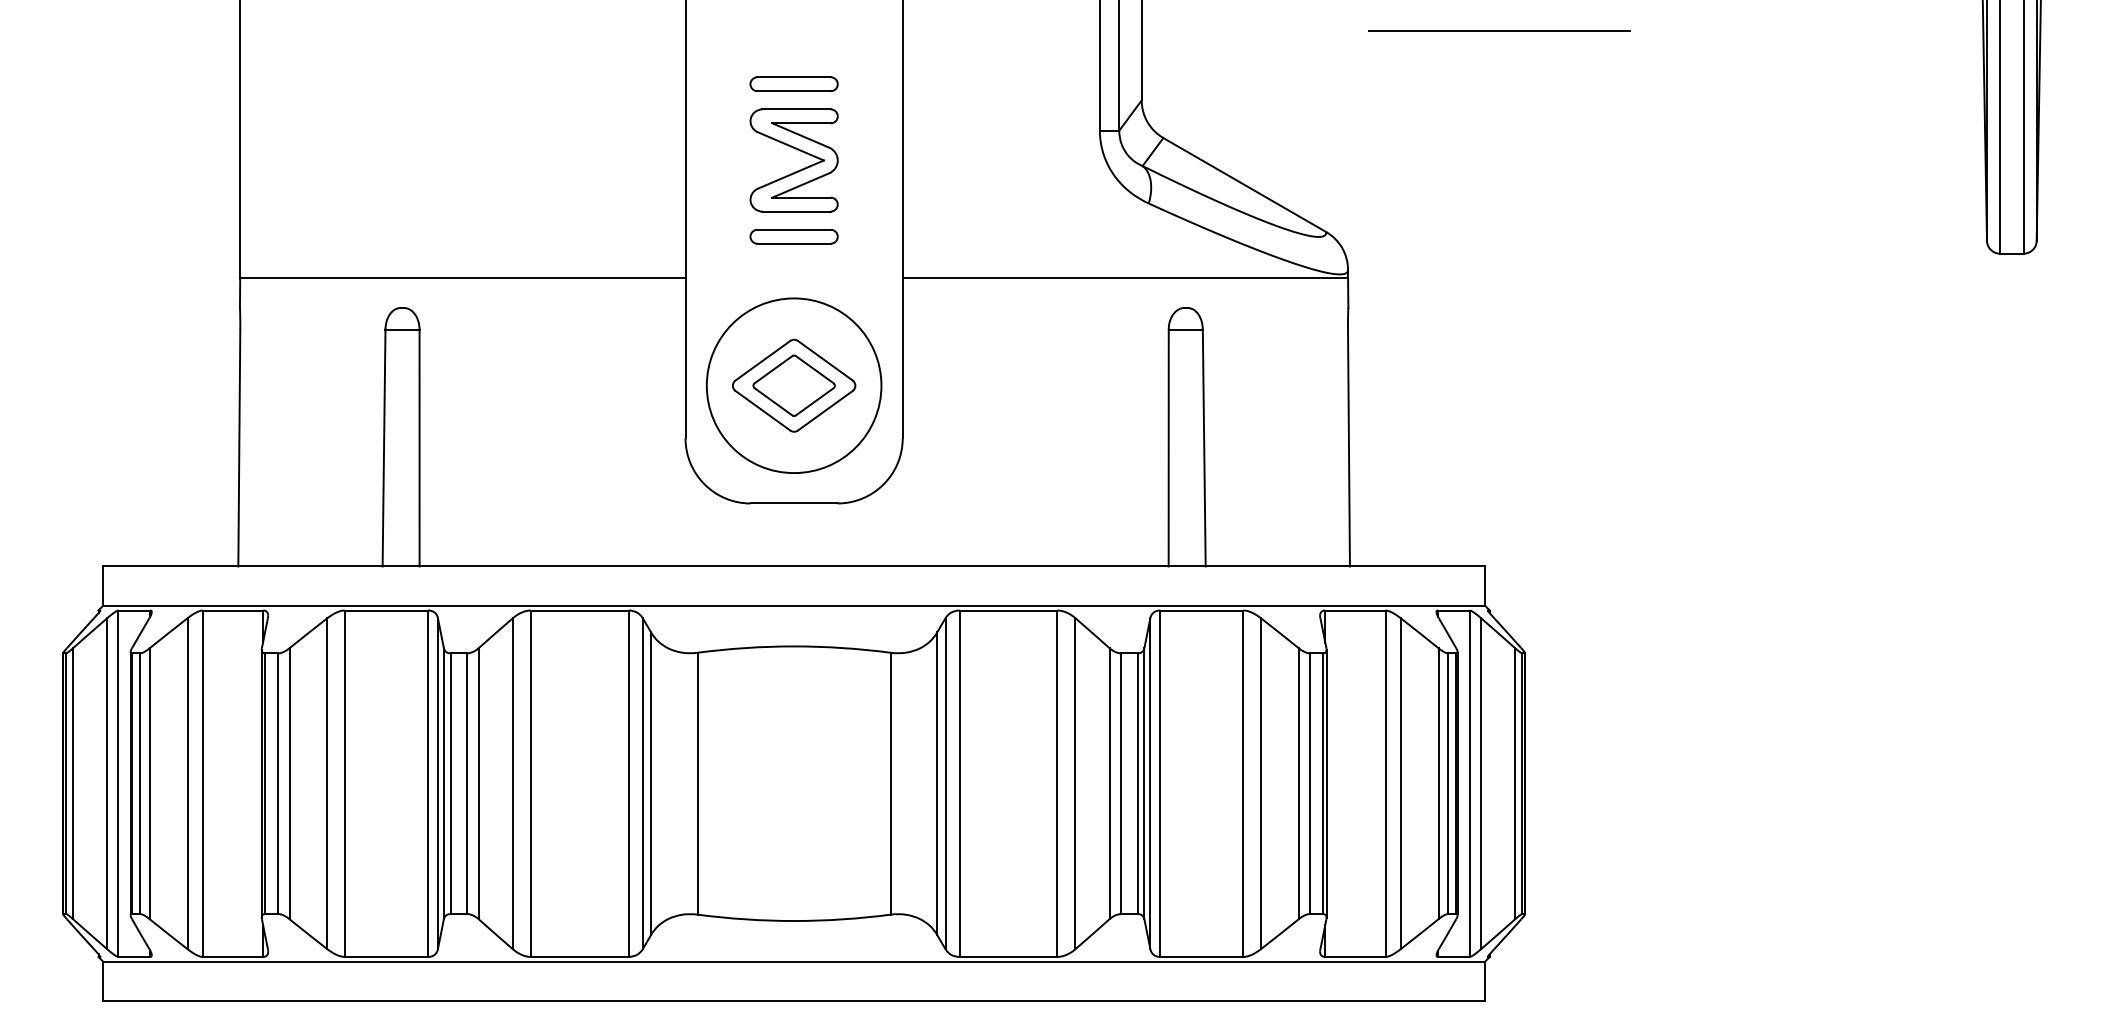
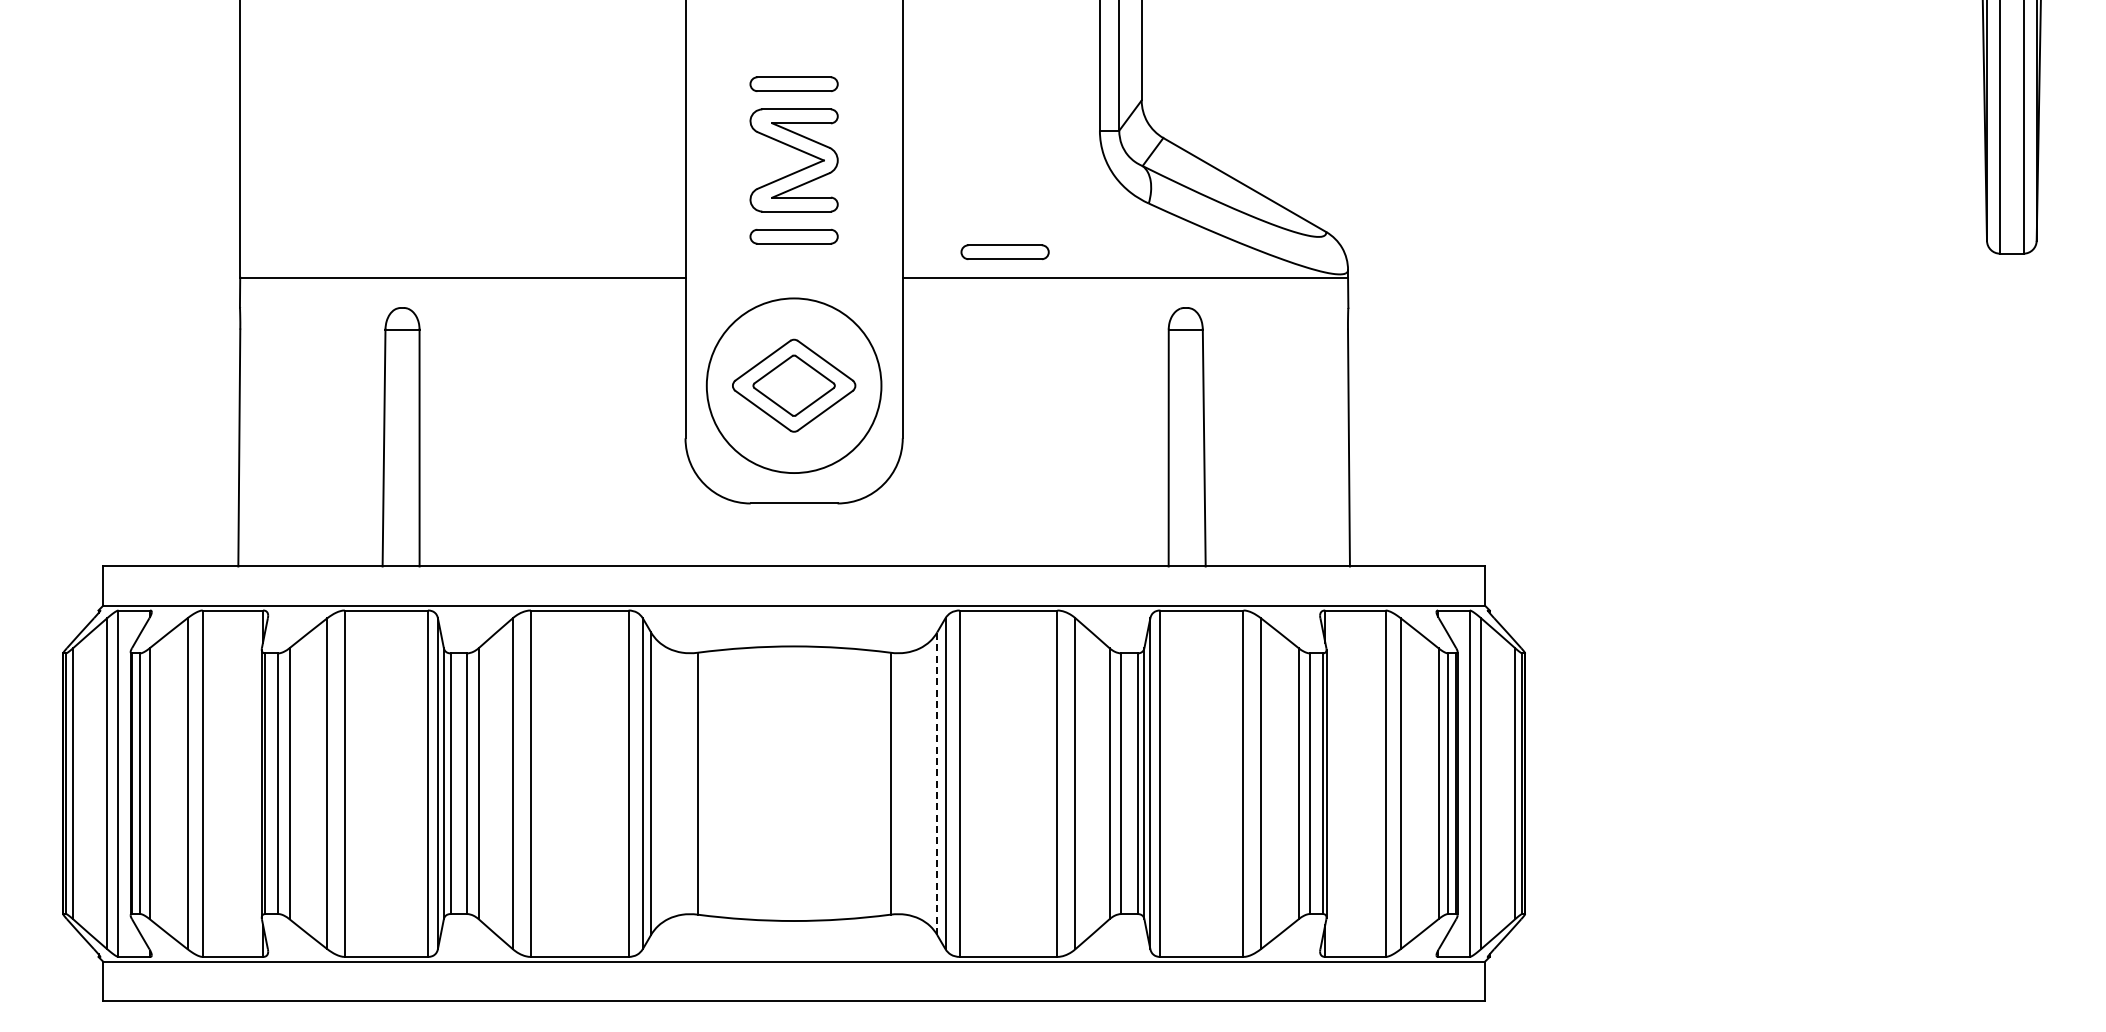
line at (1498, 31): present -> none
part at (1004, 251): none -> present
line at (937, 783): solid -> dashed
